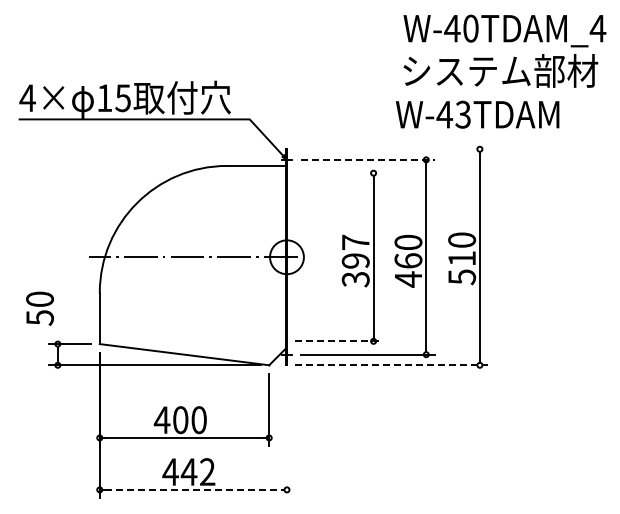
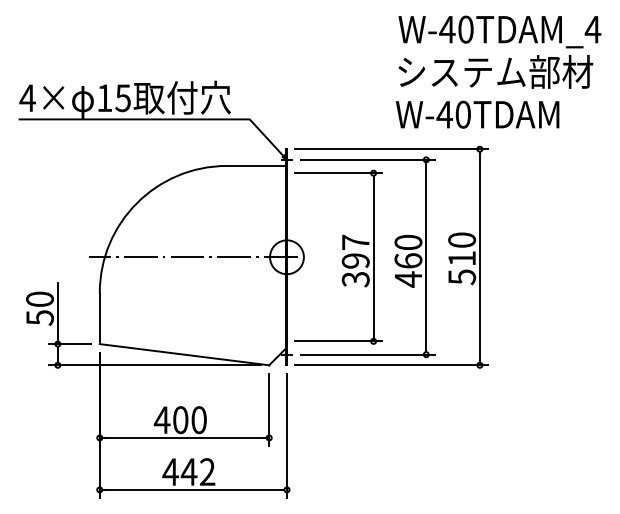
text at (504, 50) position: (504, 50) -> (499, 51)
text at (462, 114): W-43TDAM -> W-40TDAM
line at (391, 149): none -> present
line at (368, 159): dashed -> solid
line at (338, 173): none -> present
line at (57, 313): none -> present
line at (339, 341): dashed -> solid
line at (392, 365): dashed -> solid
line at (286, 435): none -> present
line at (193, 489): dashed -> solid
